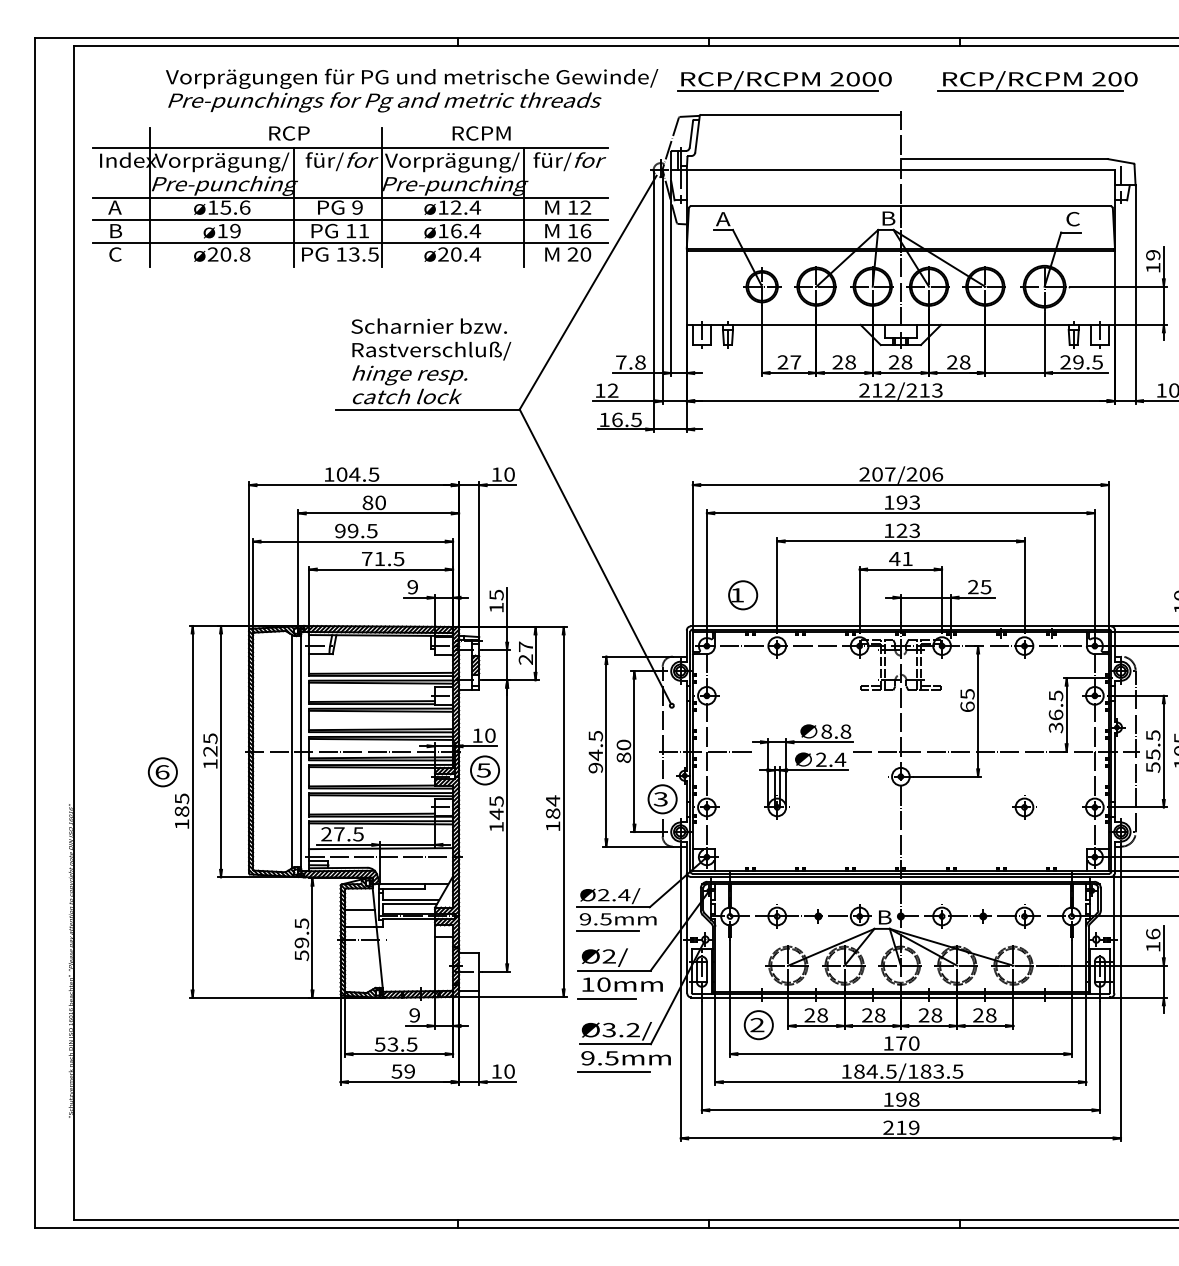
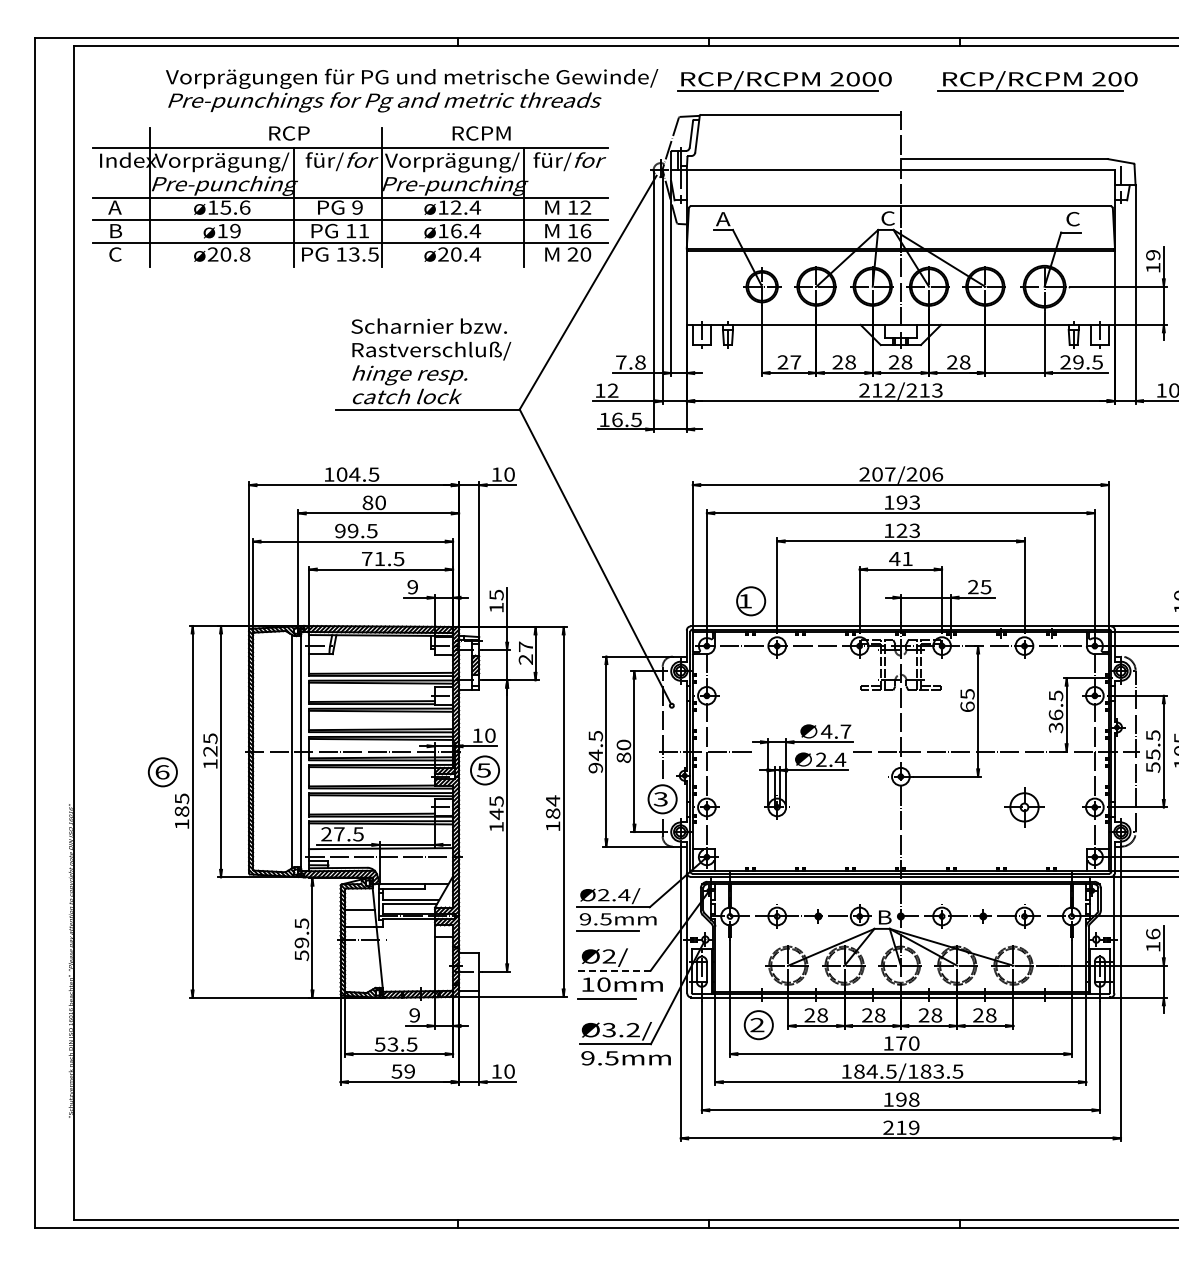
text at (888, 218): B -> C
part at (743, 595) position: (743, 595) -> (751, 601)
text at (835, 731): 8.8 -> 4.7
part at (1024, 807) size: 25x25 px -> 41x41 px
line at (614, 970): solid -> dashed
line at (613, 1072): present -> none
